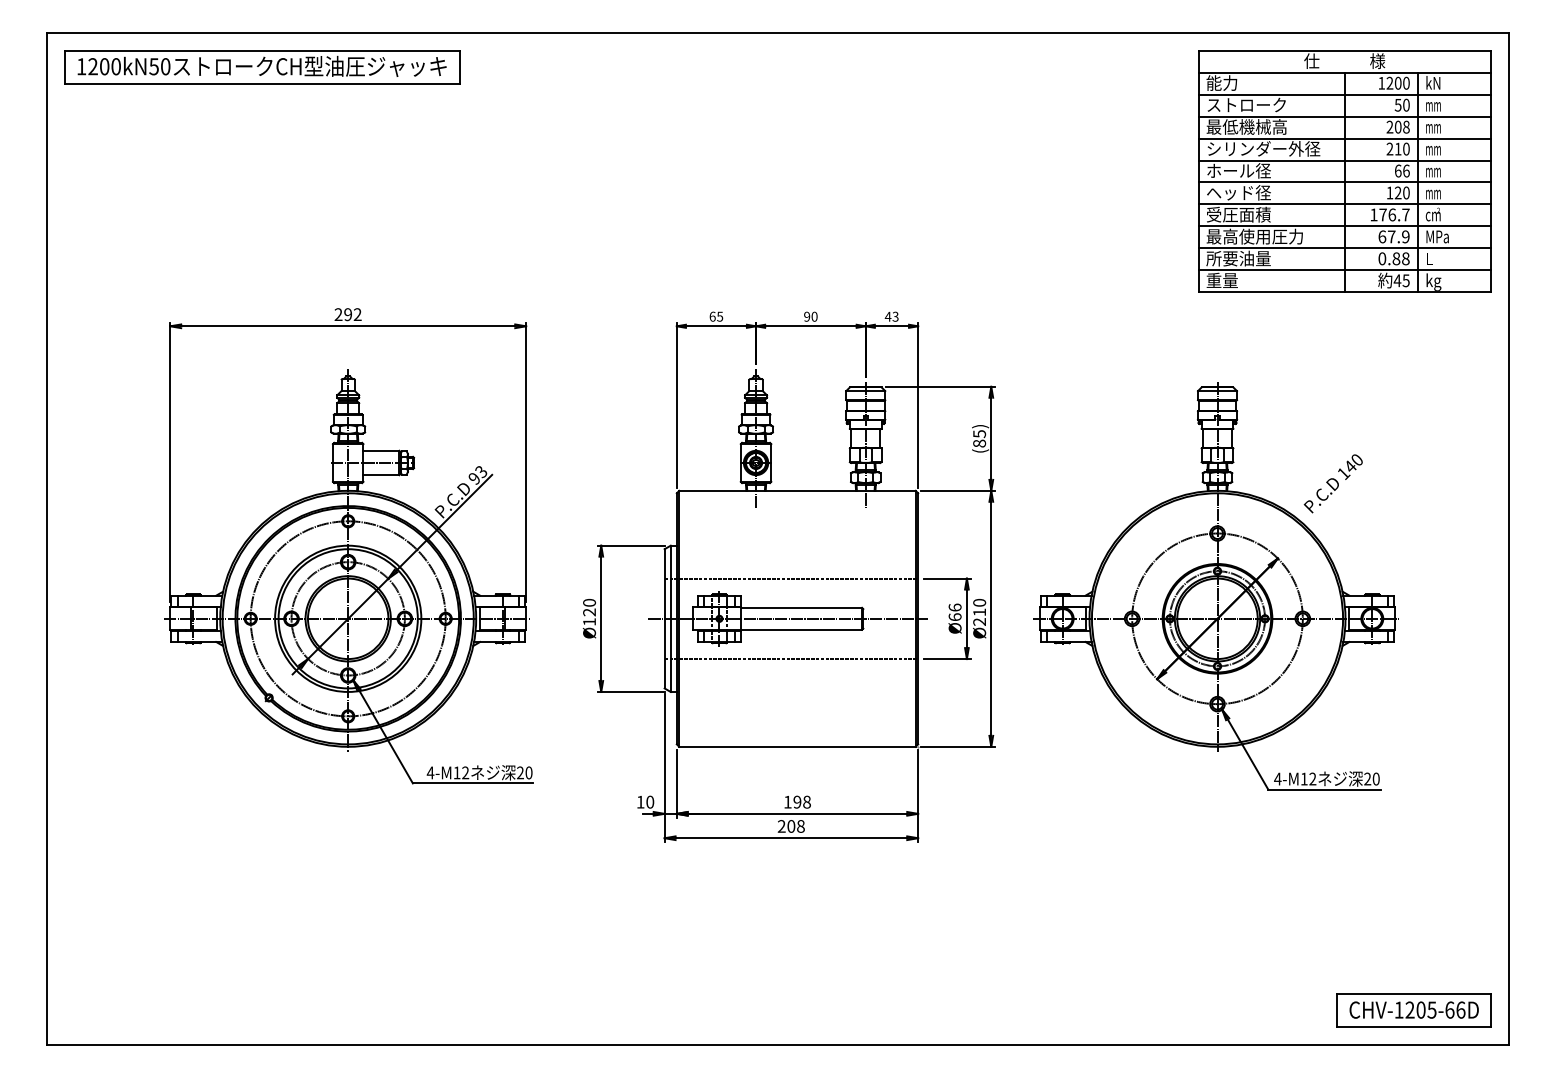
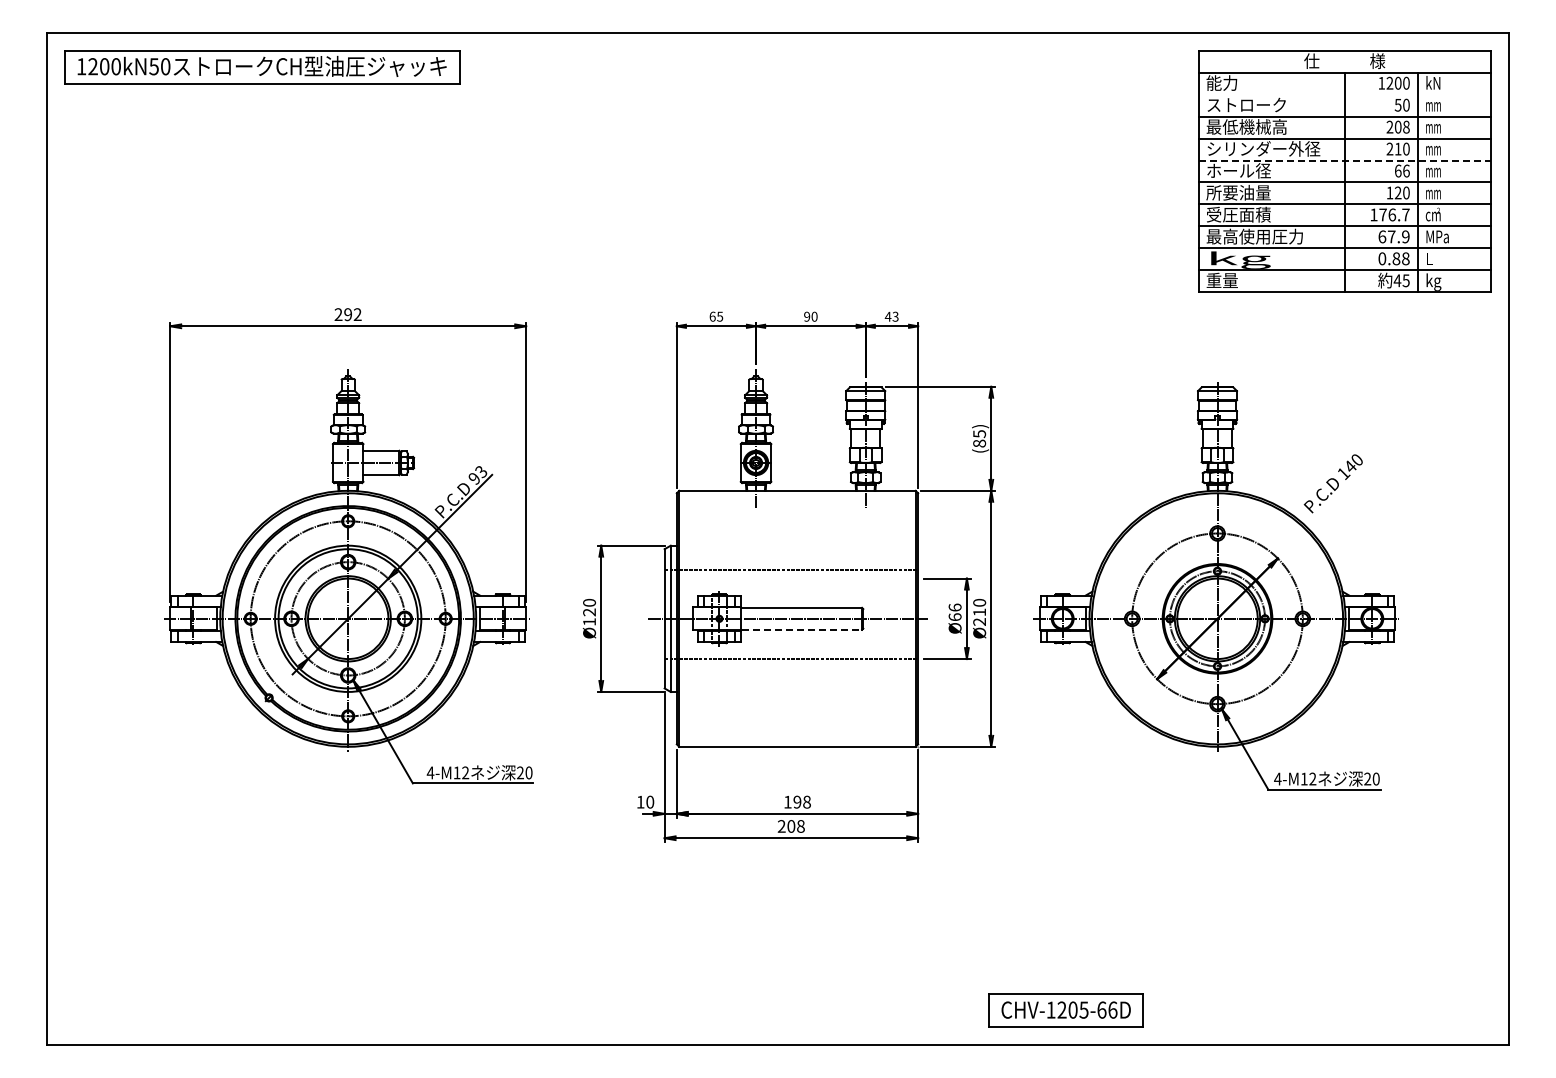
line at (1344, 94): present -> none
line at (1345, 160): solid -> dashed
text at (1238, 192): ヘッド径 -> 所要油量
text at (1238, 259): 所要油量 -> kg
line at (791, 578) position: (791, 578) -> (791, 569)
line at (802, 629): solid -> dashed
part at (1413, 1010) position: (1413, 1010) -> (1065, 1010)
